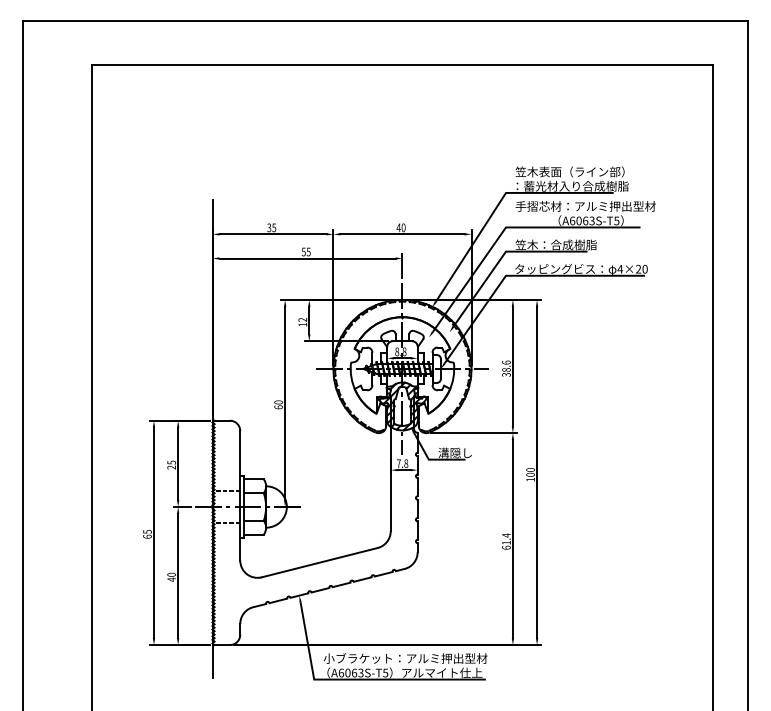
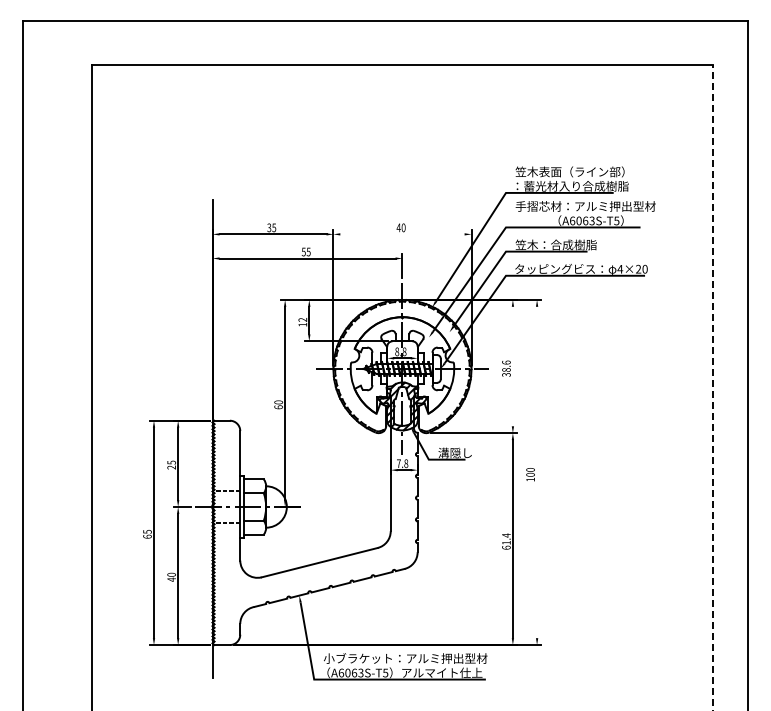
line at (402, 234): present -> none
line at (512, 366): present -> none
line at (712, 387): solid -> dashed
line at (537, 472): present -> none
